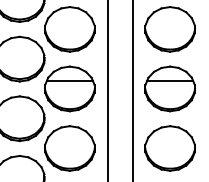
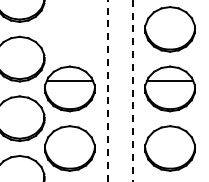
part at (69, 29): present -> none
line at (132, 90): solid -> dashed
line at (107, 91): solid -> dashed
